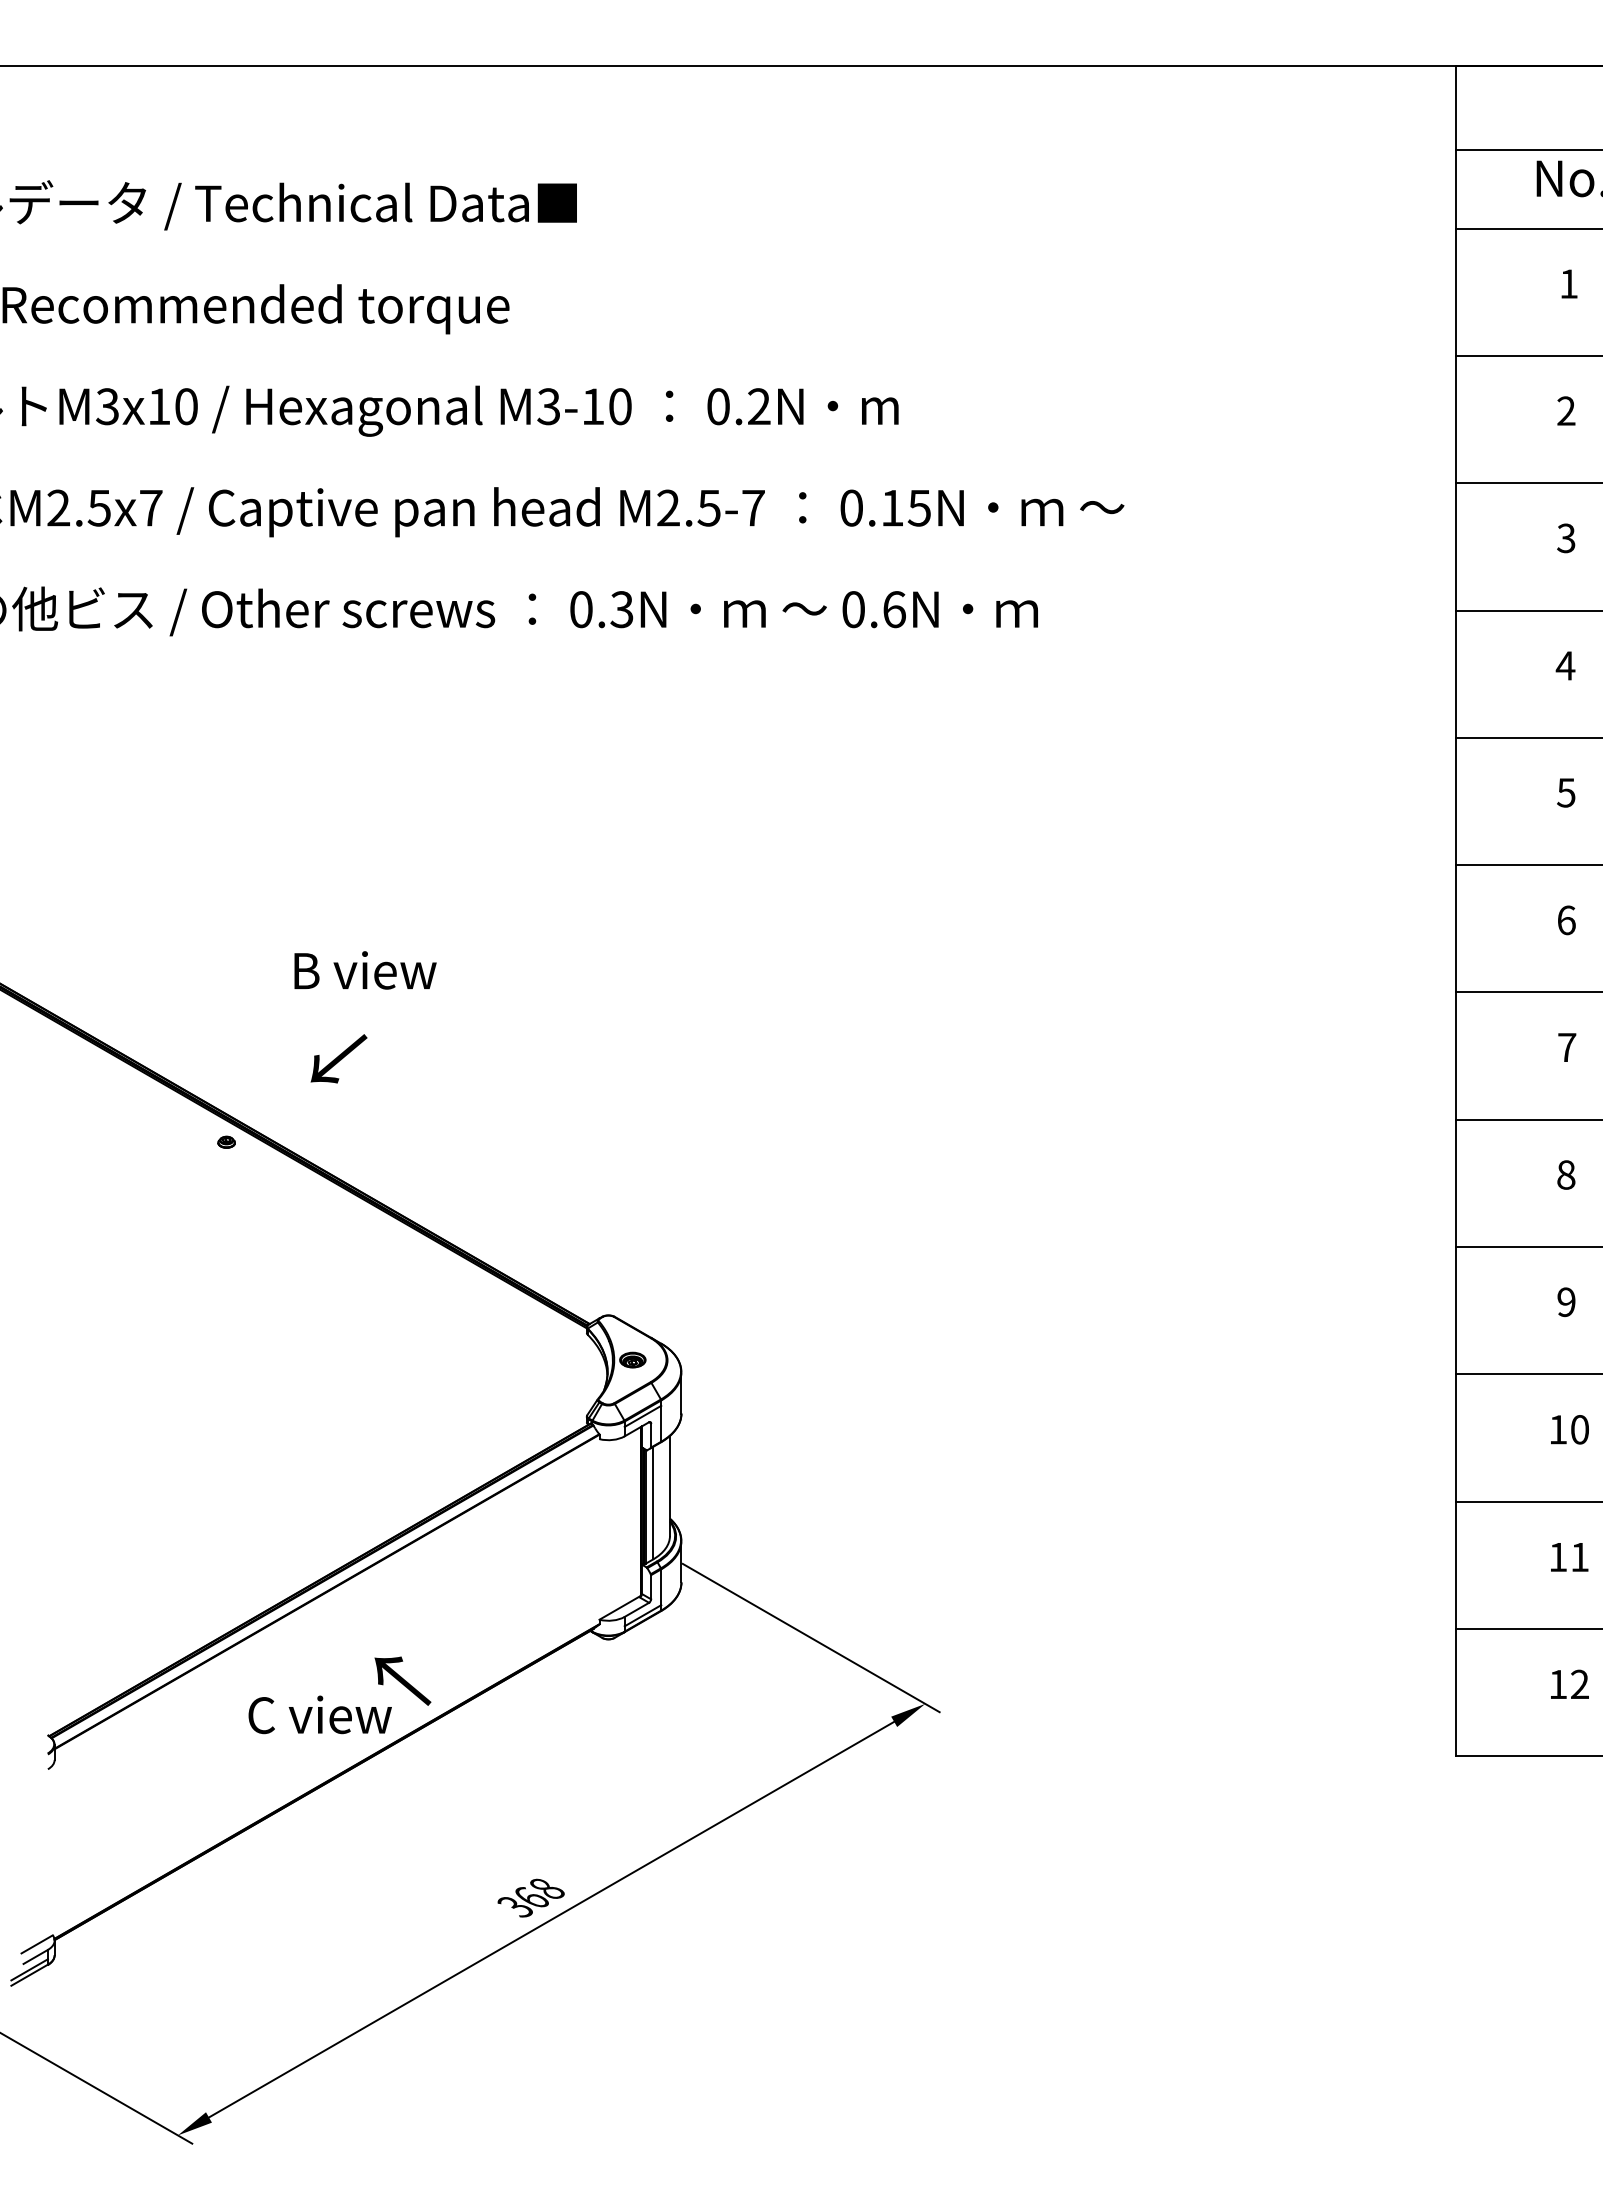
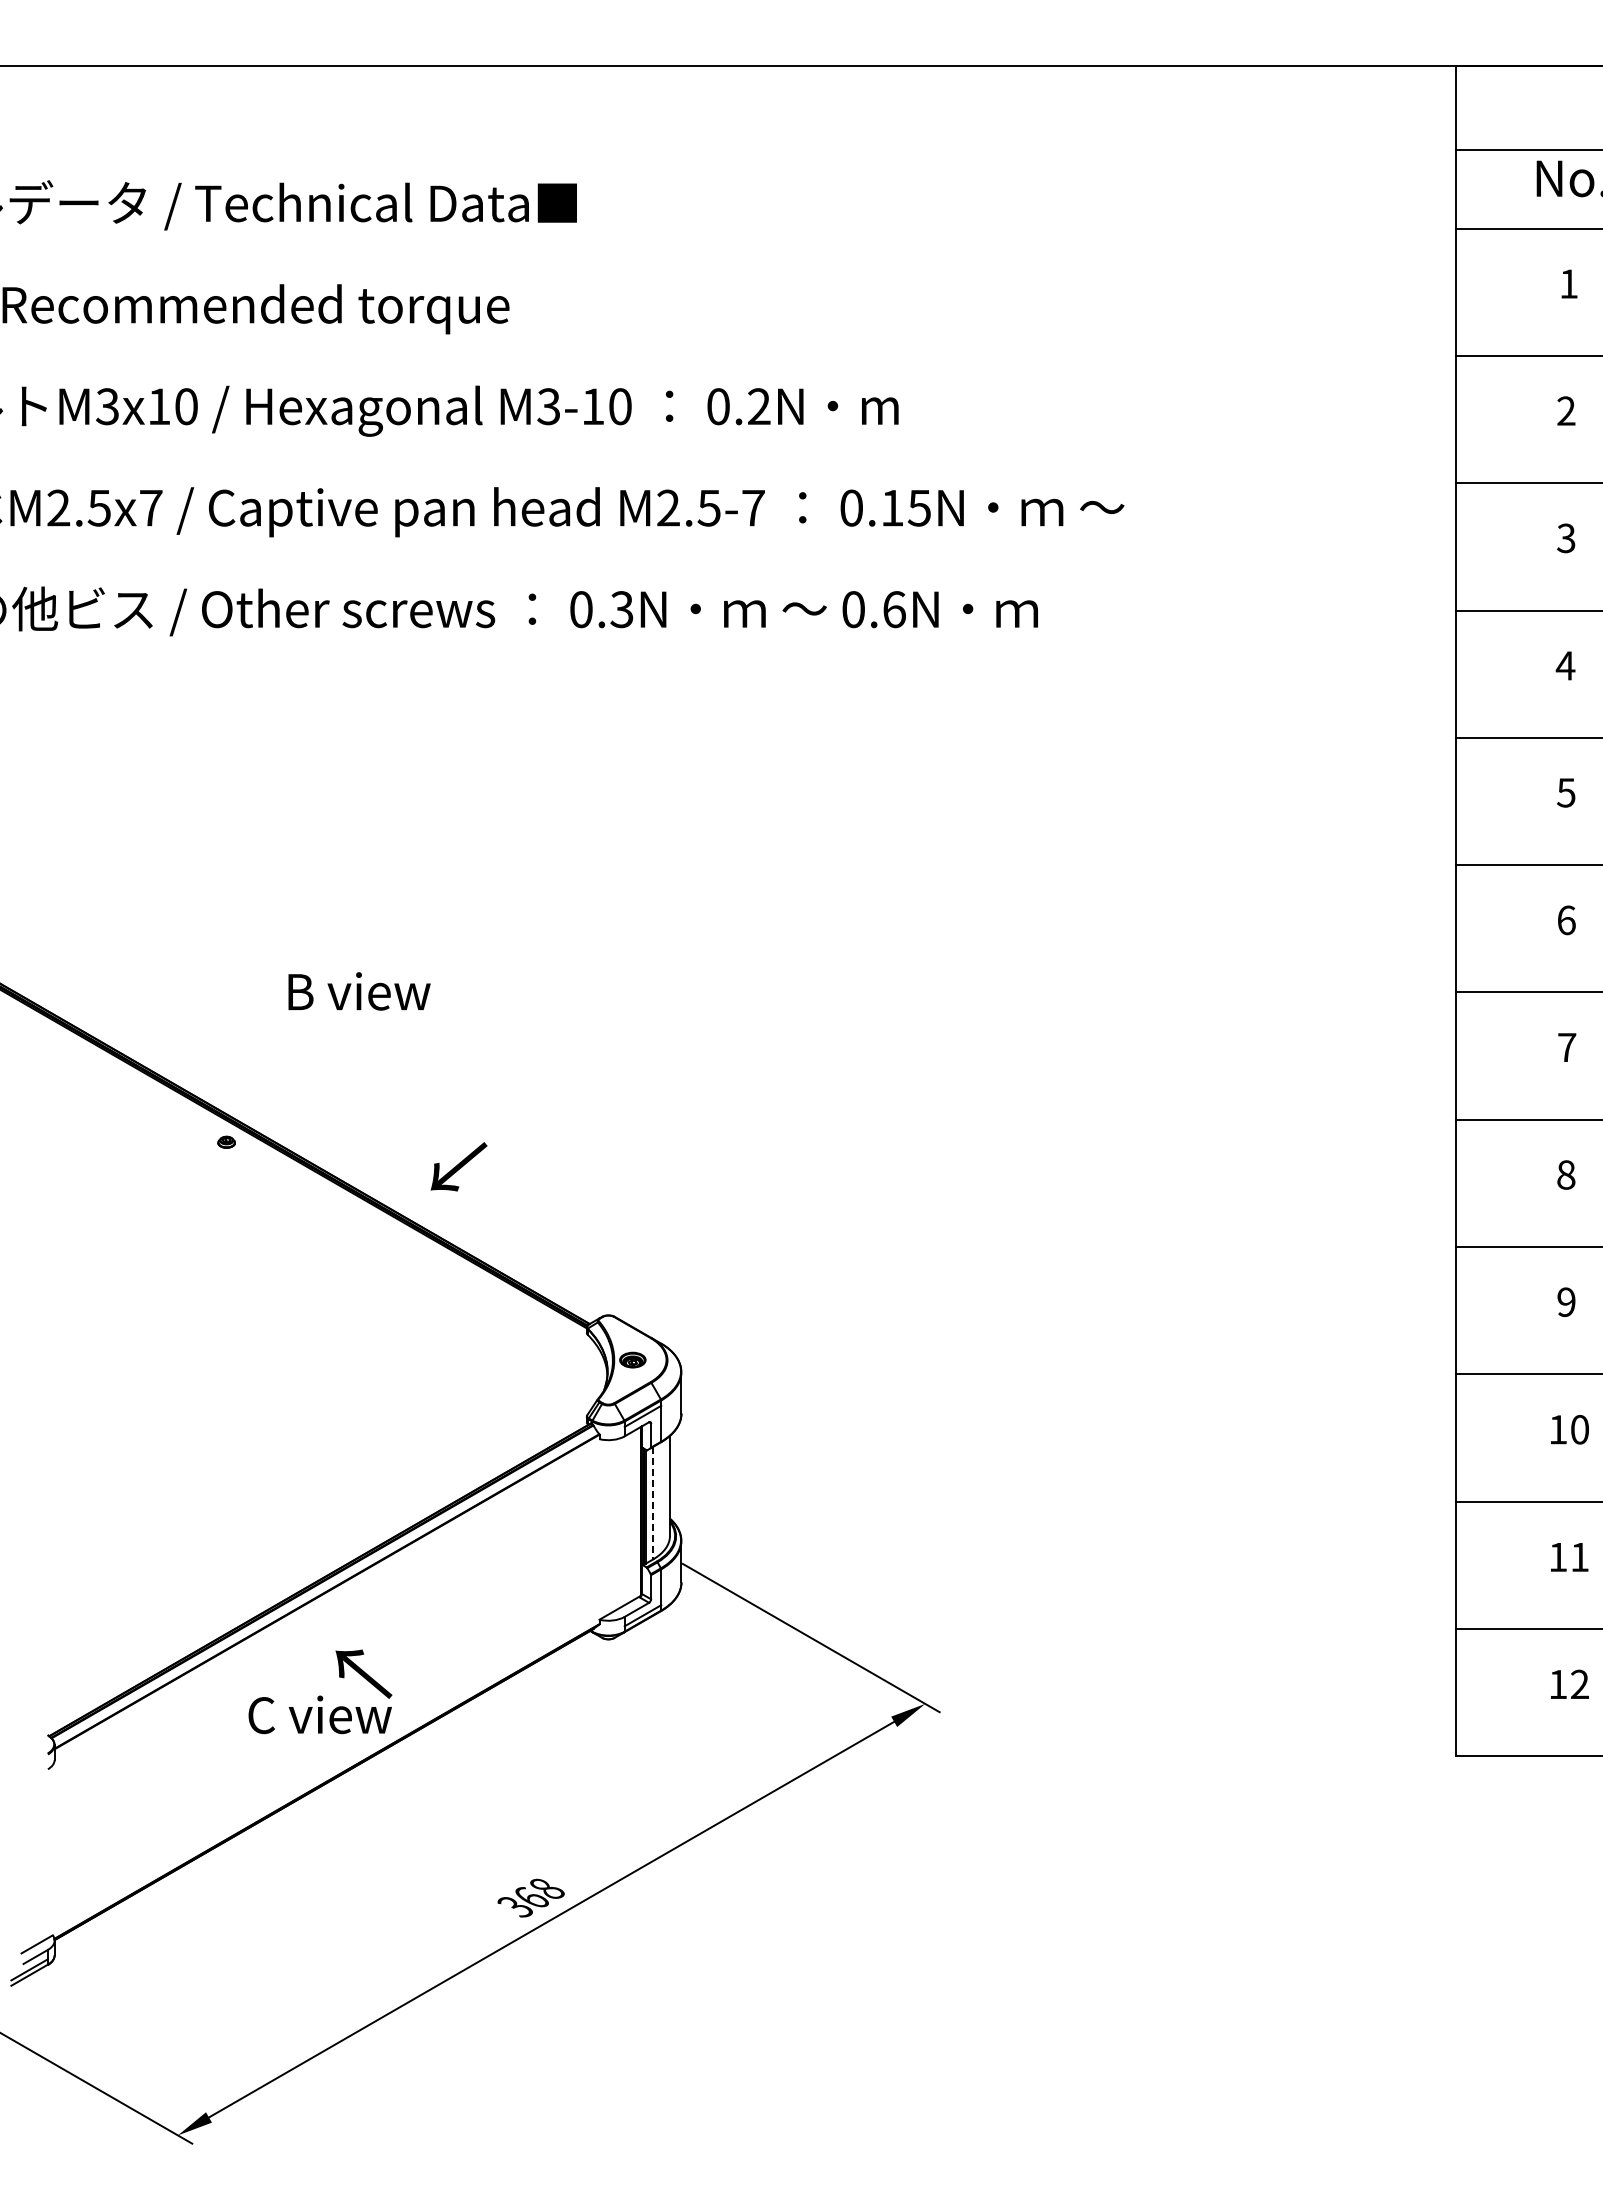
text at (365, 970) position: (365, 970) -> (359, 991)
text at (338, 1058) position: (338, 1058) -> (458, 1166)
line at (653, 1503): solid -> dashed
text at (402, 1680) position: (402, 1680) -> (363, 1673)
